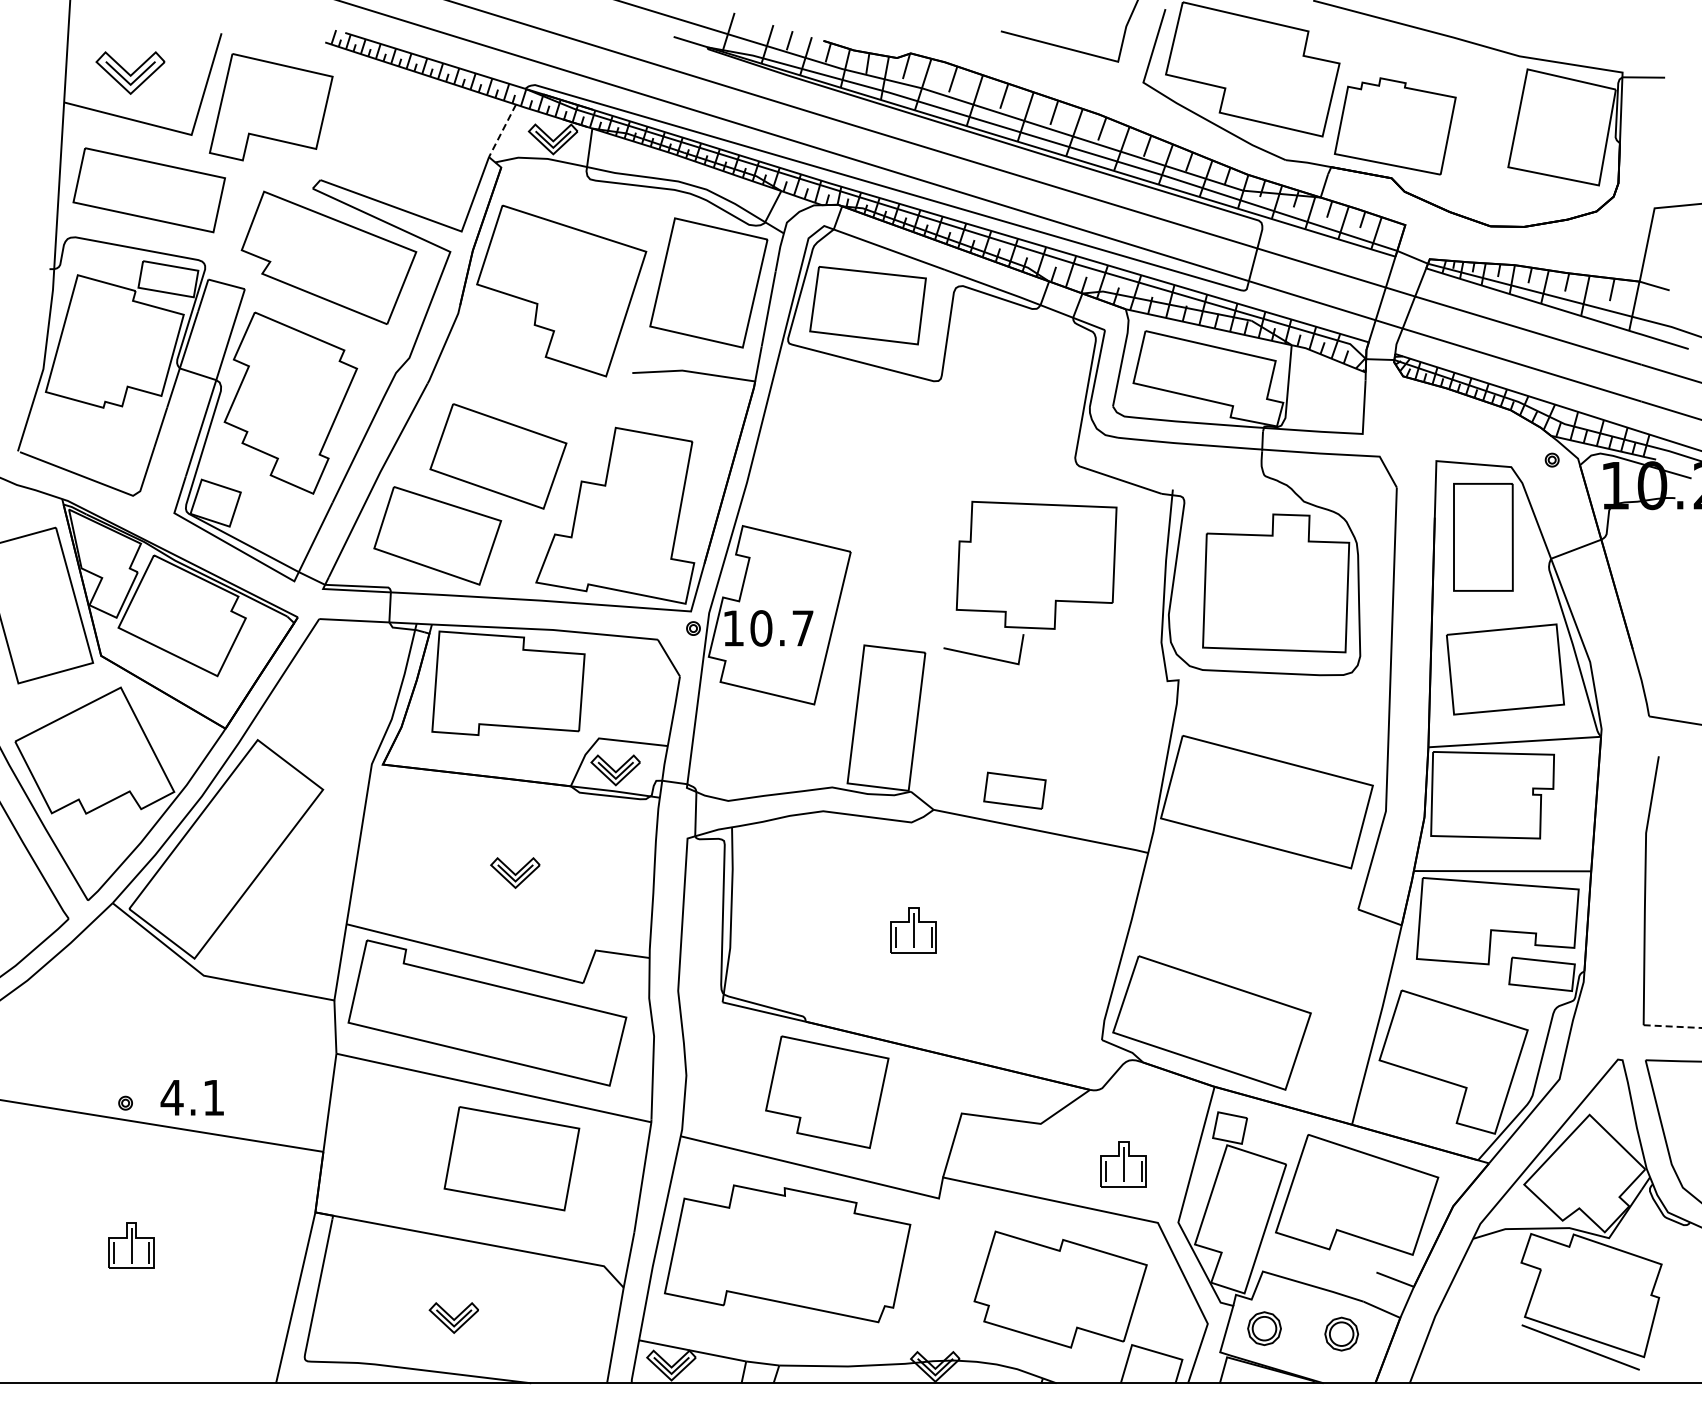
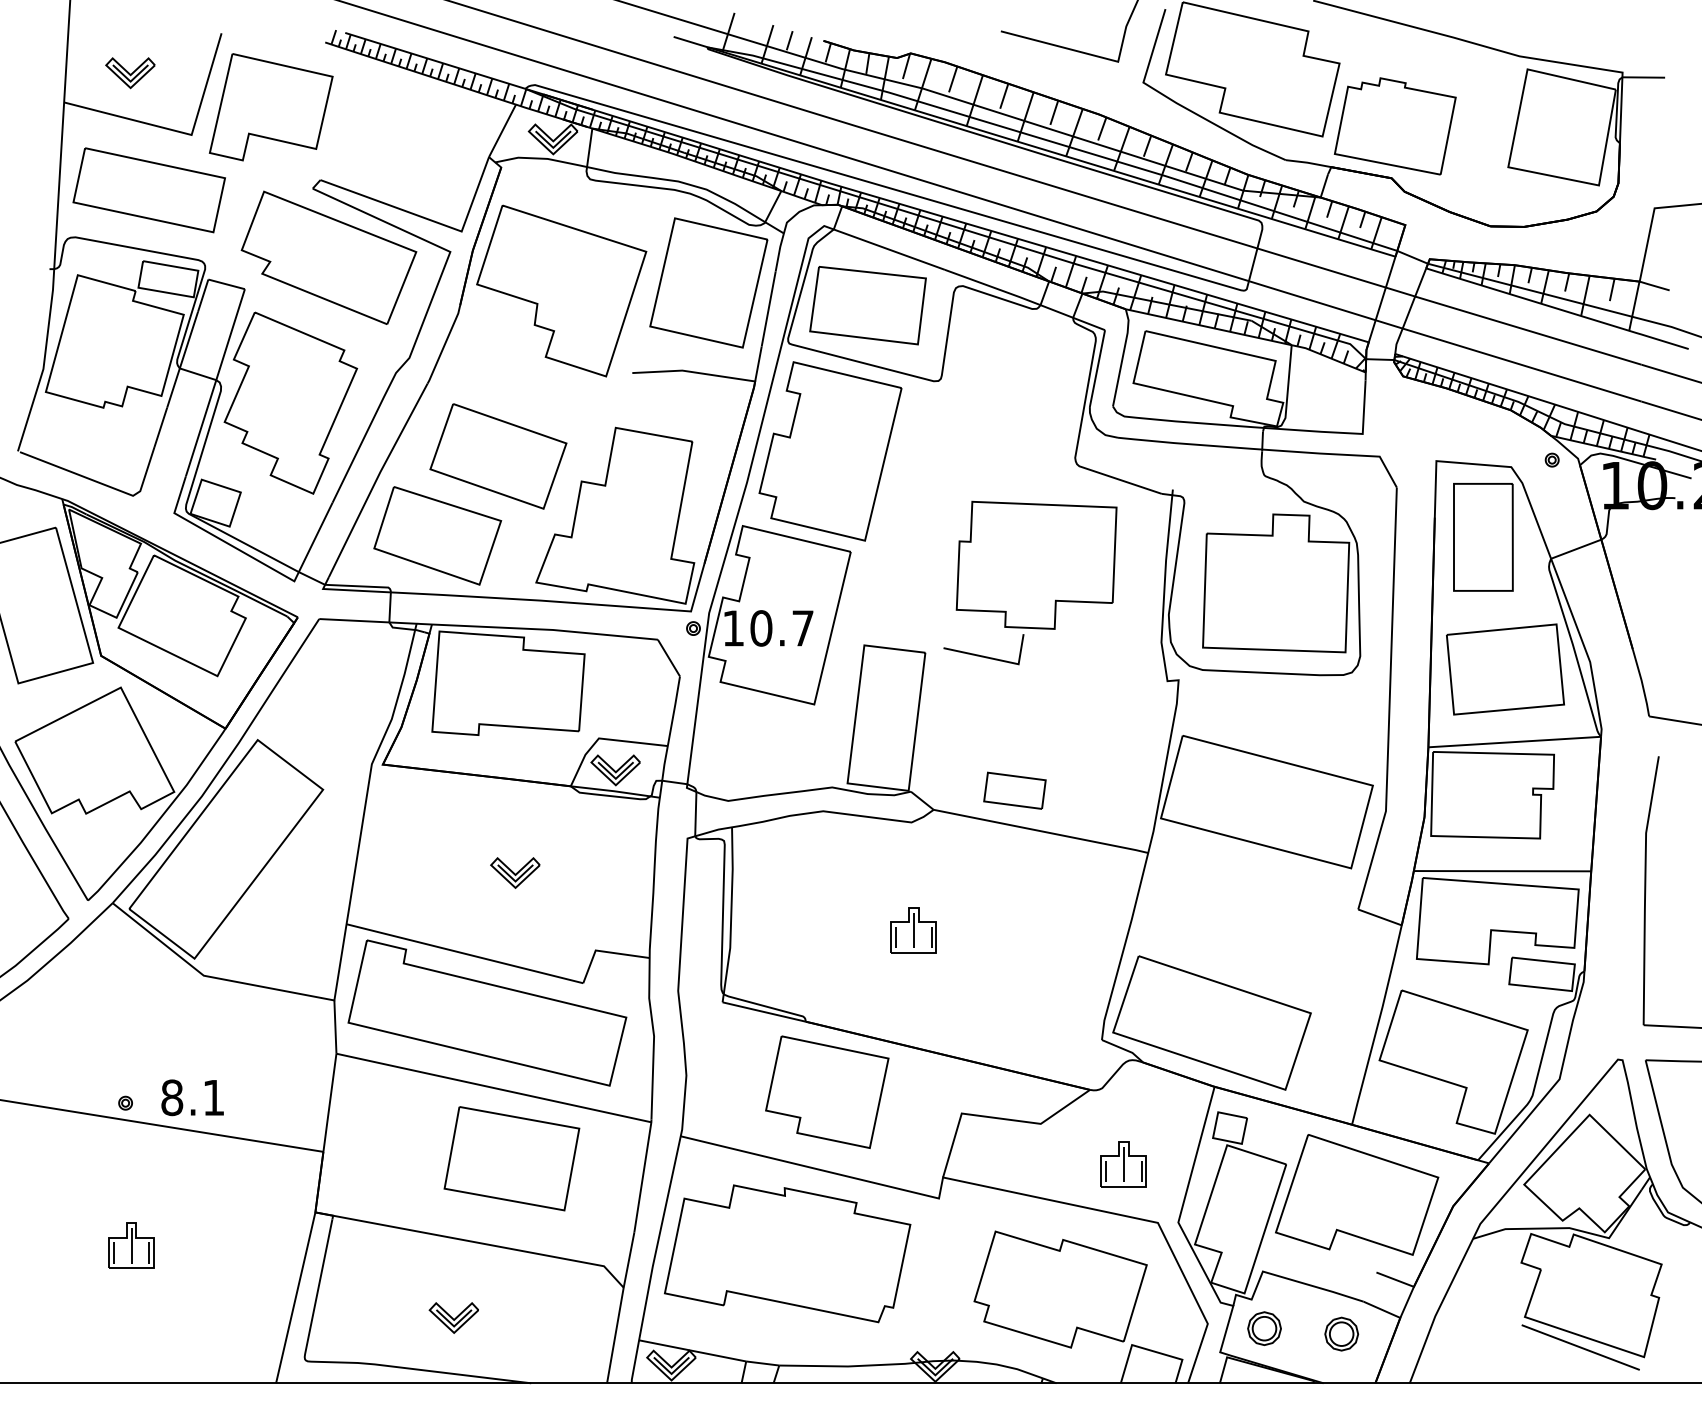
part at (130, 72) size: 71x44 px -> 51x33 px
line at (502, 130): dashed -> solid
part at (830, 451): none -> present
line at (1672, 1026): dashed -> solid
text at (171, 1097): 4.1 -> 8.1
